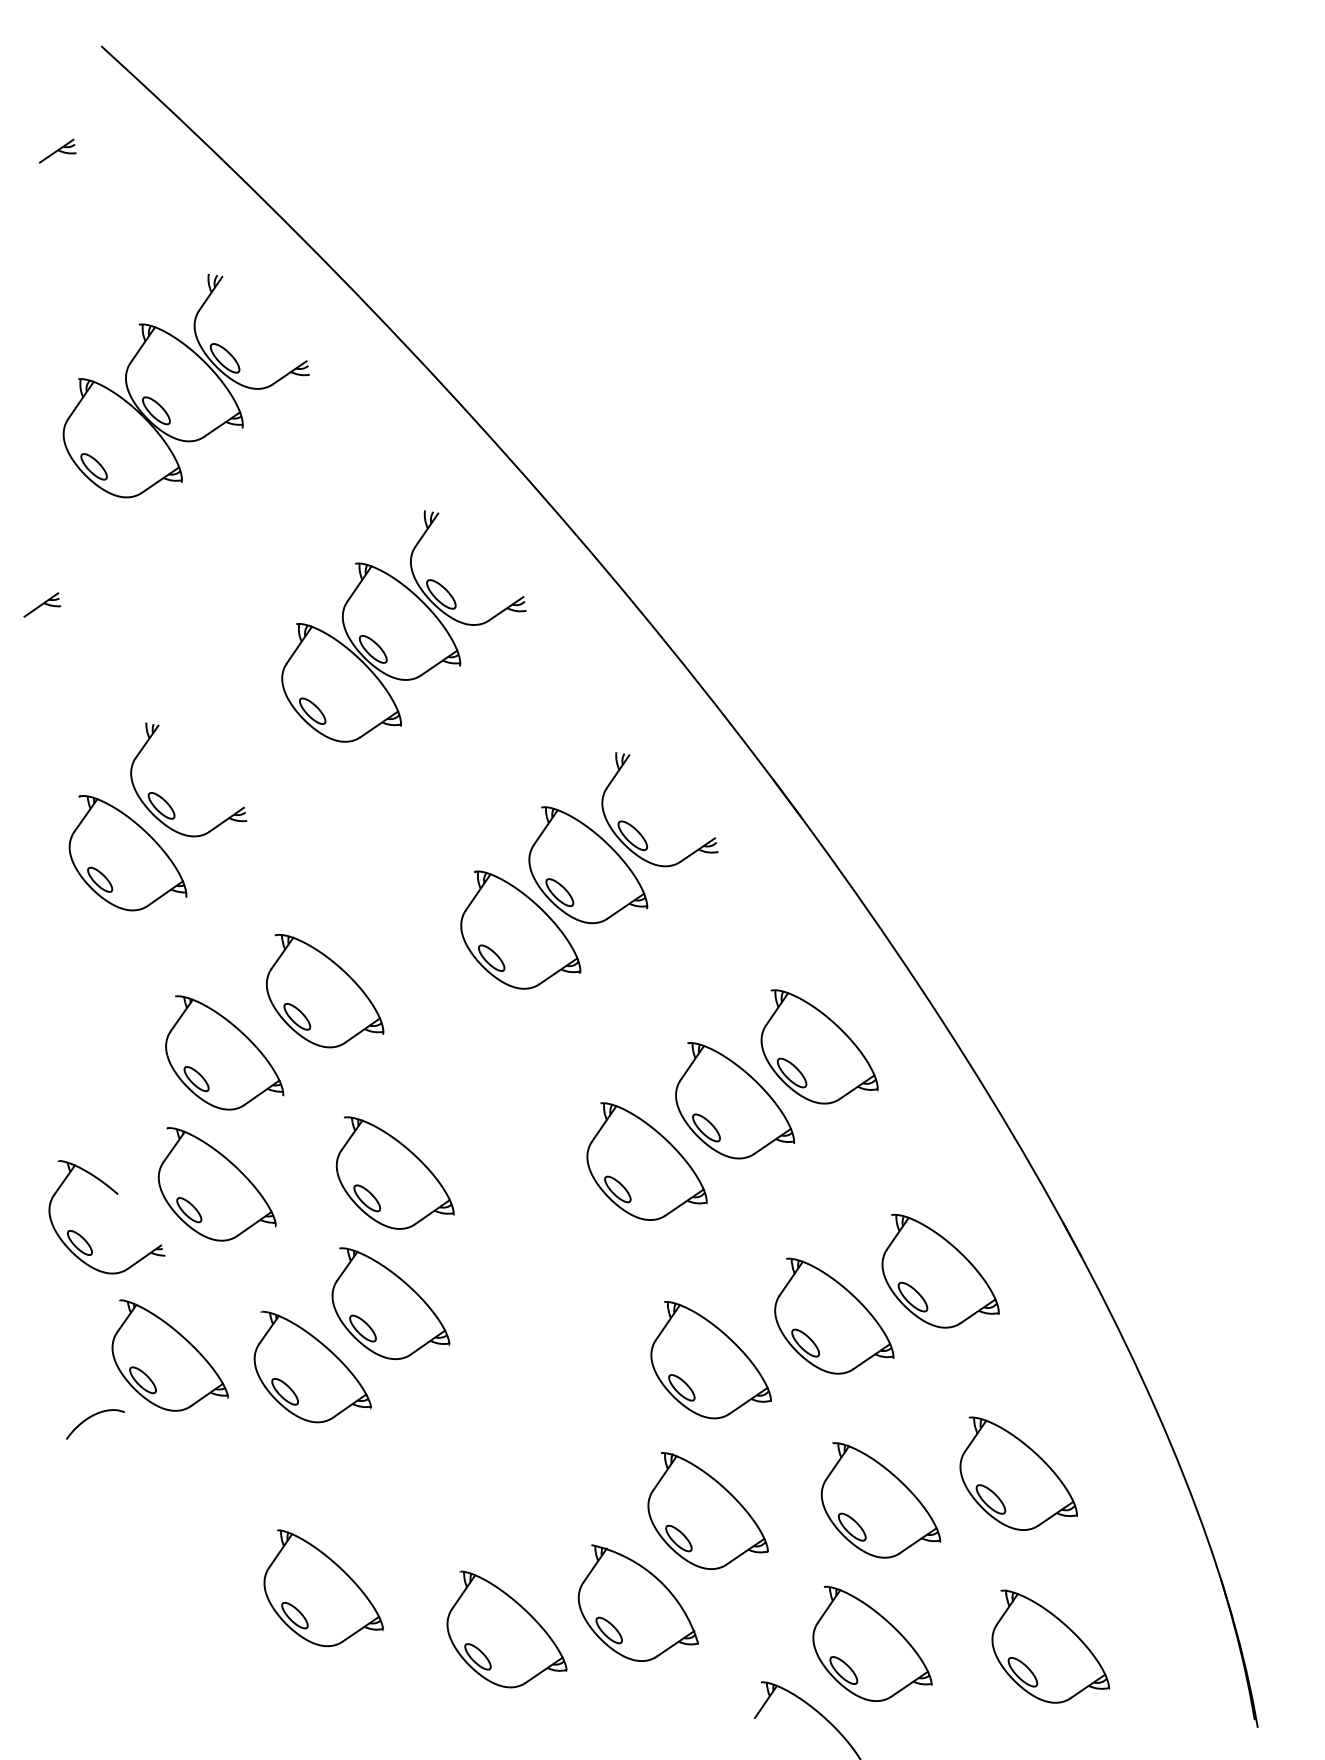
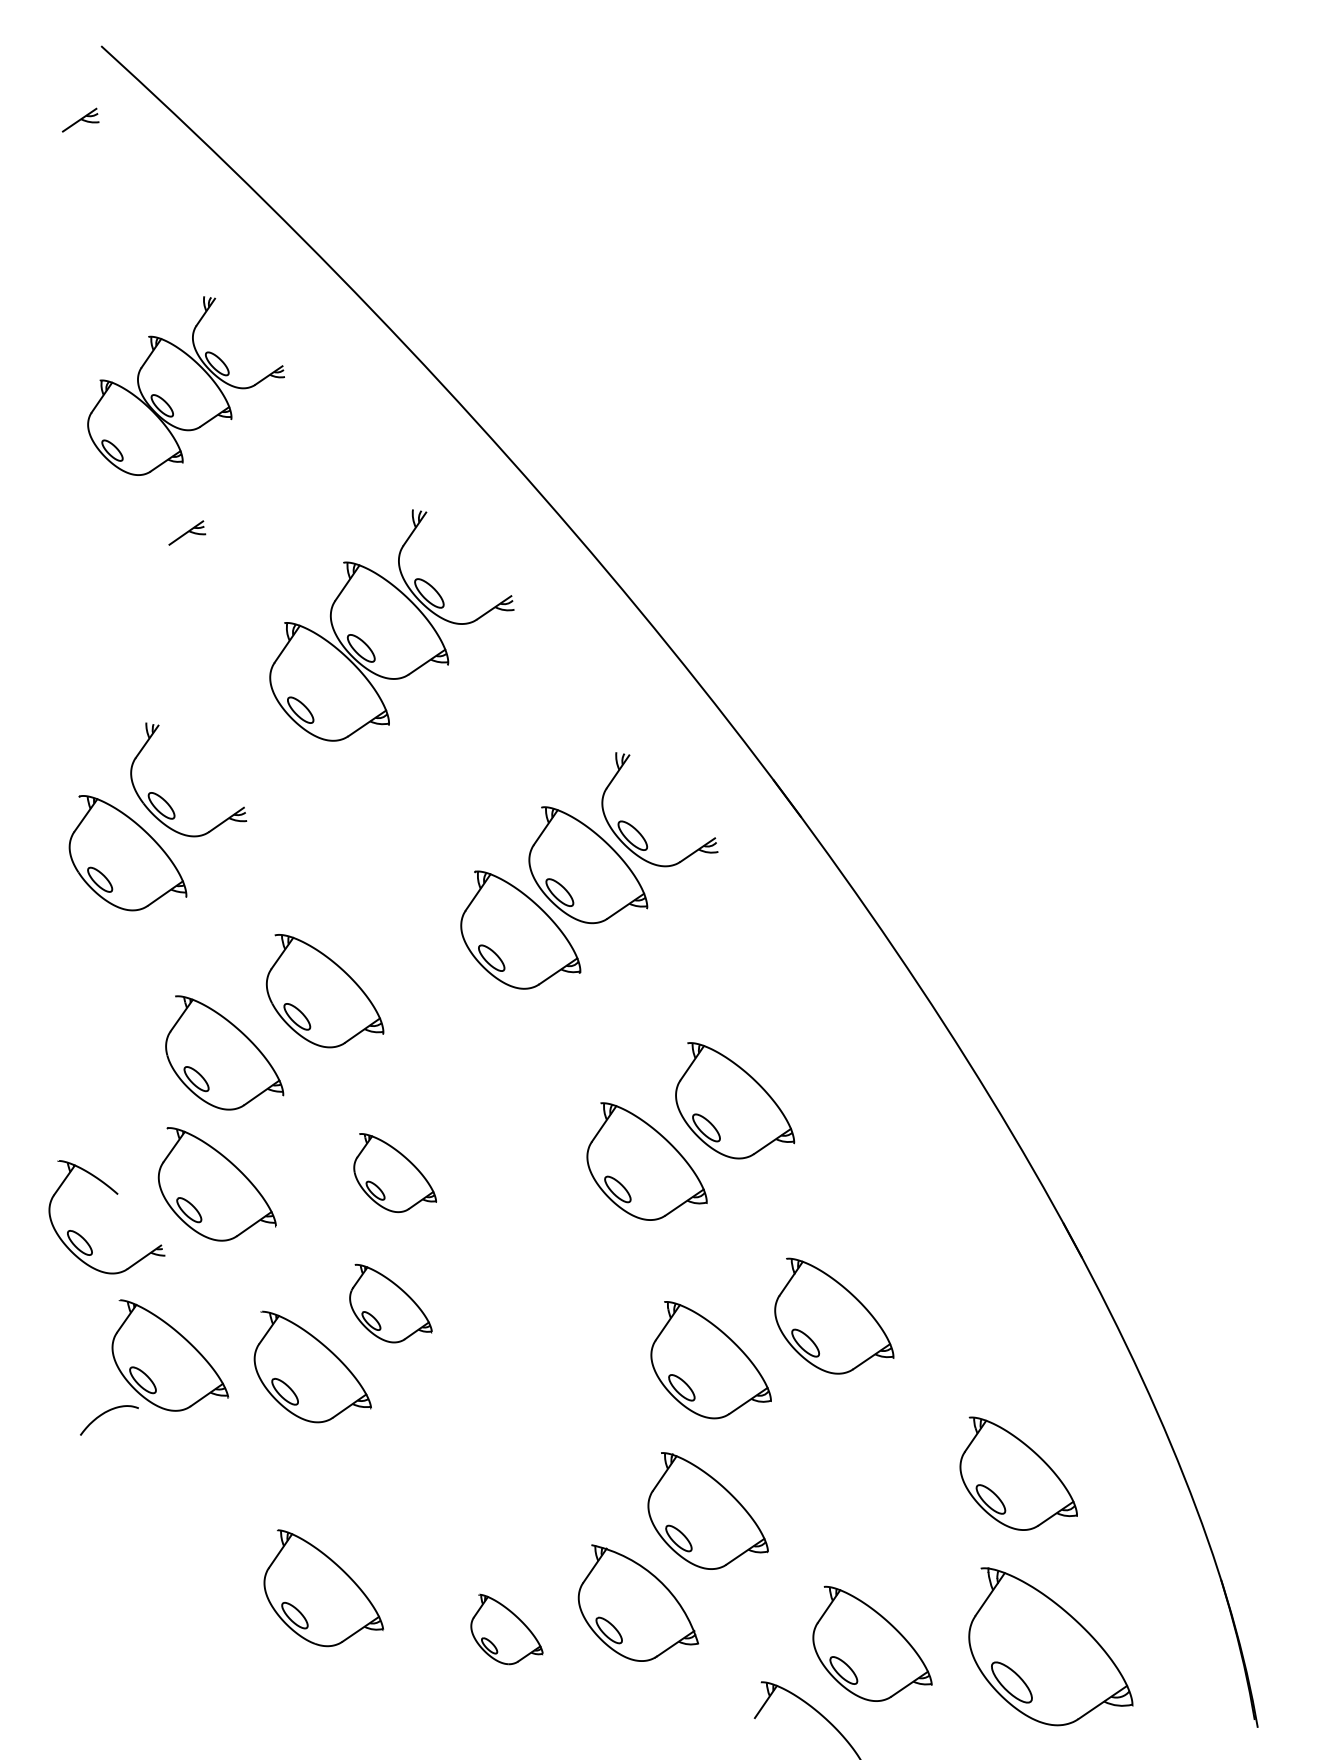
part at (57, 150) position: (57, 150) -> (80, 119)
part at (185, 385) size: 248x226 px -> 198x180 px
part at (42, 604) position: (42, 604) -> (187, 532)
part at (403, 626) position: (403, 626) -> (391, 625)
part at (819, 1046): present -> none
part at (394, 1172) size: 120x114 px -> 84x80 px
part at (940, 1270): present -> none
part at (390, 1303) size: 120x113 px -> 84x81 px
curve at (91, 1417) position: (91, 1417) -> (105, 1413)
part at (880, 1500): present -> none
part at (506, 1629) size: 122x119 px -> 74x73 px
part at (1050, 1646) size: 119x115 px -> 166x160 px
